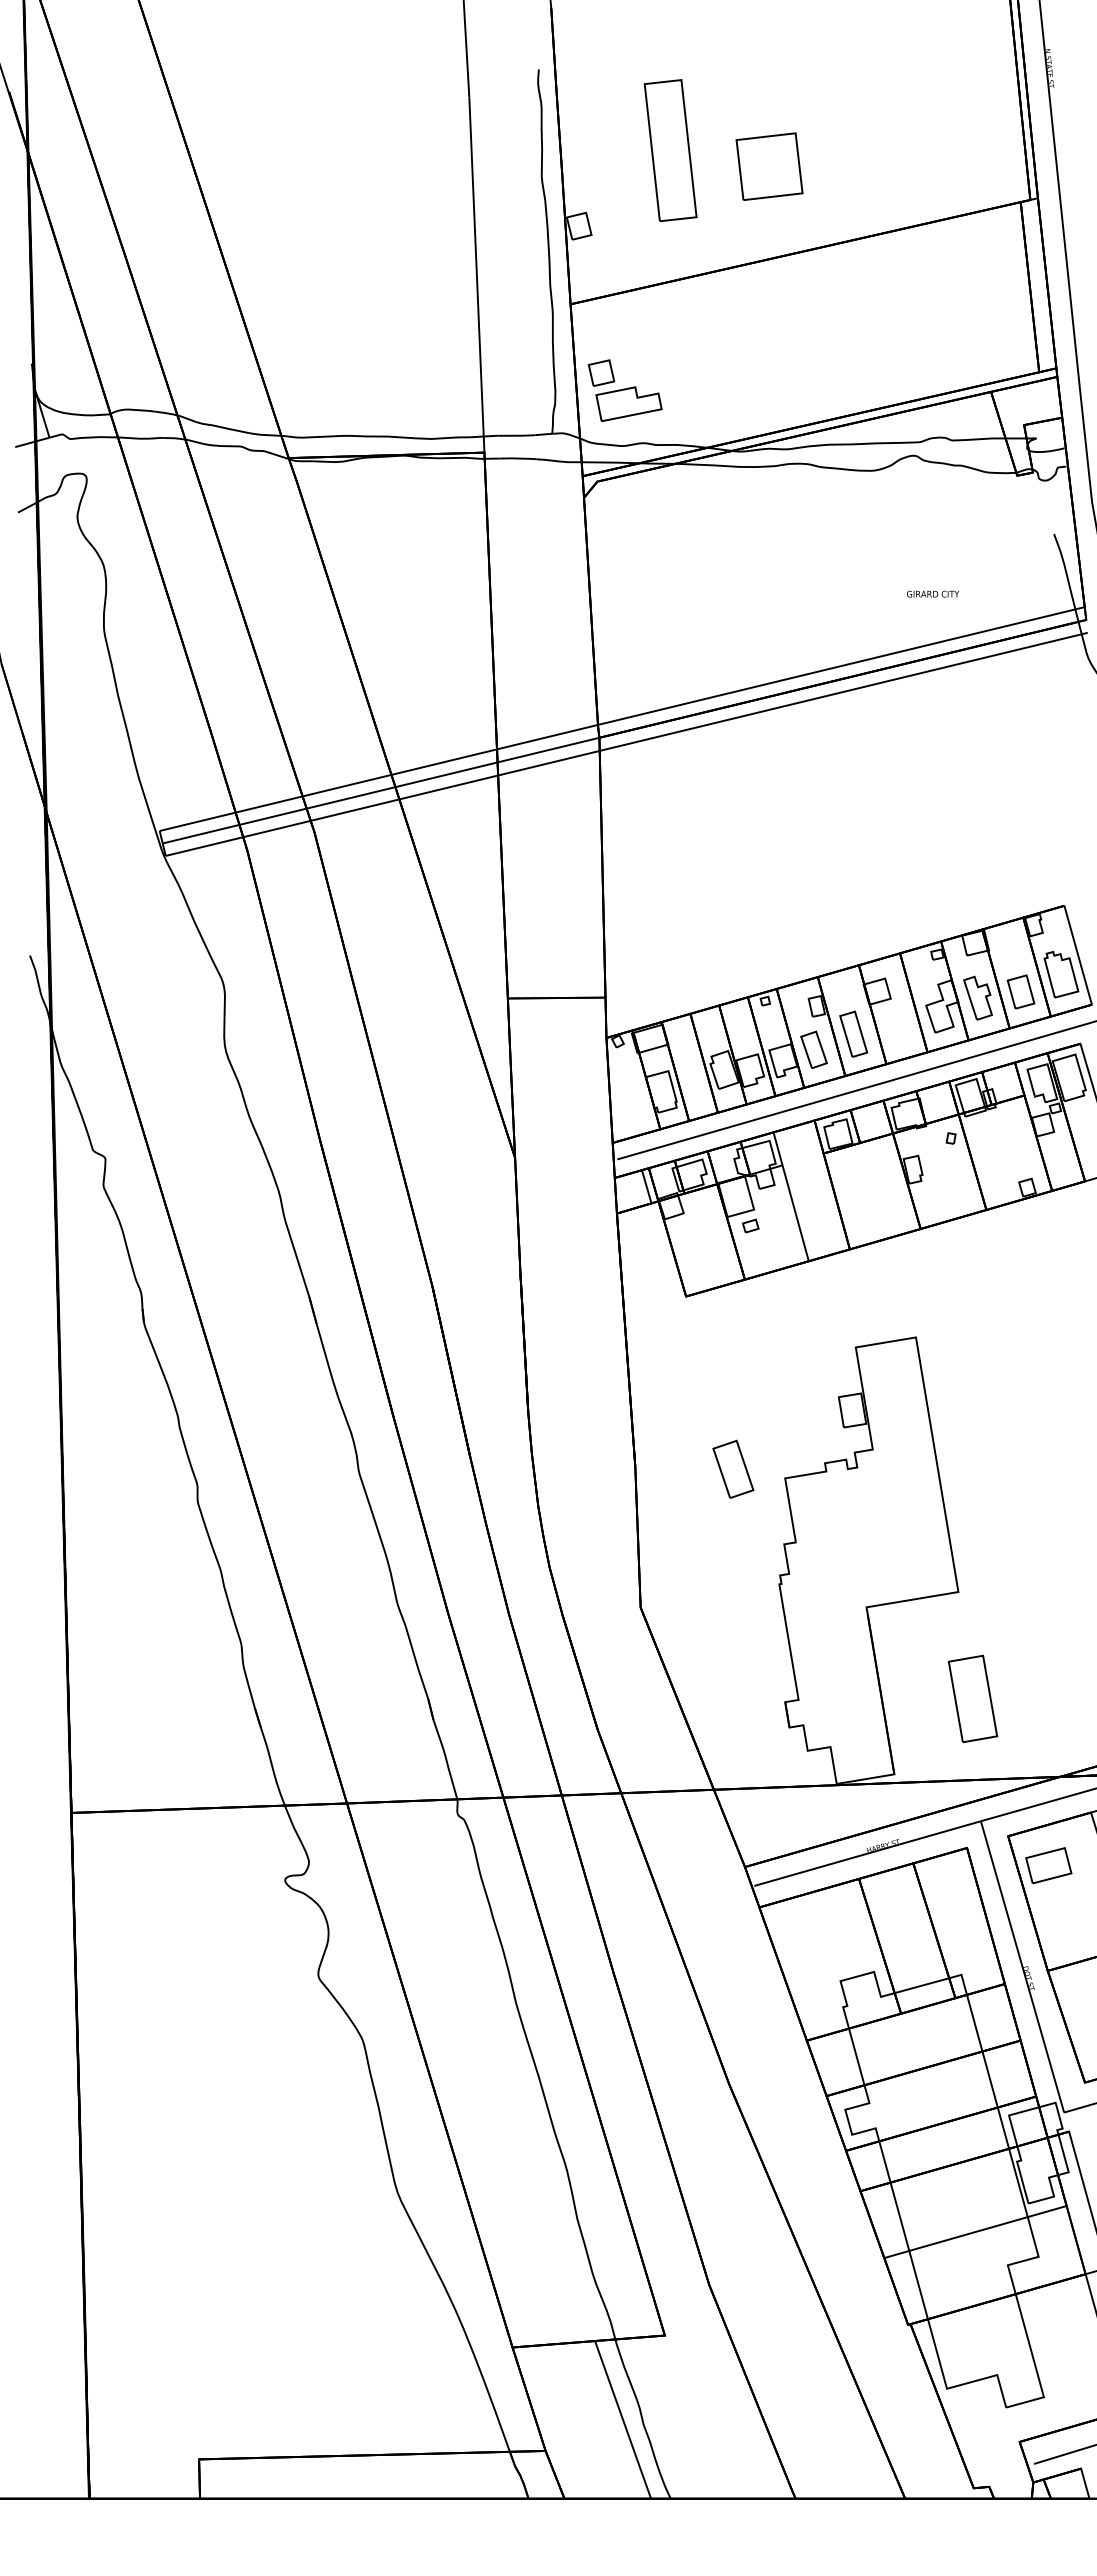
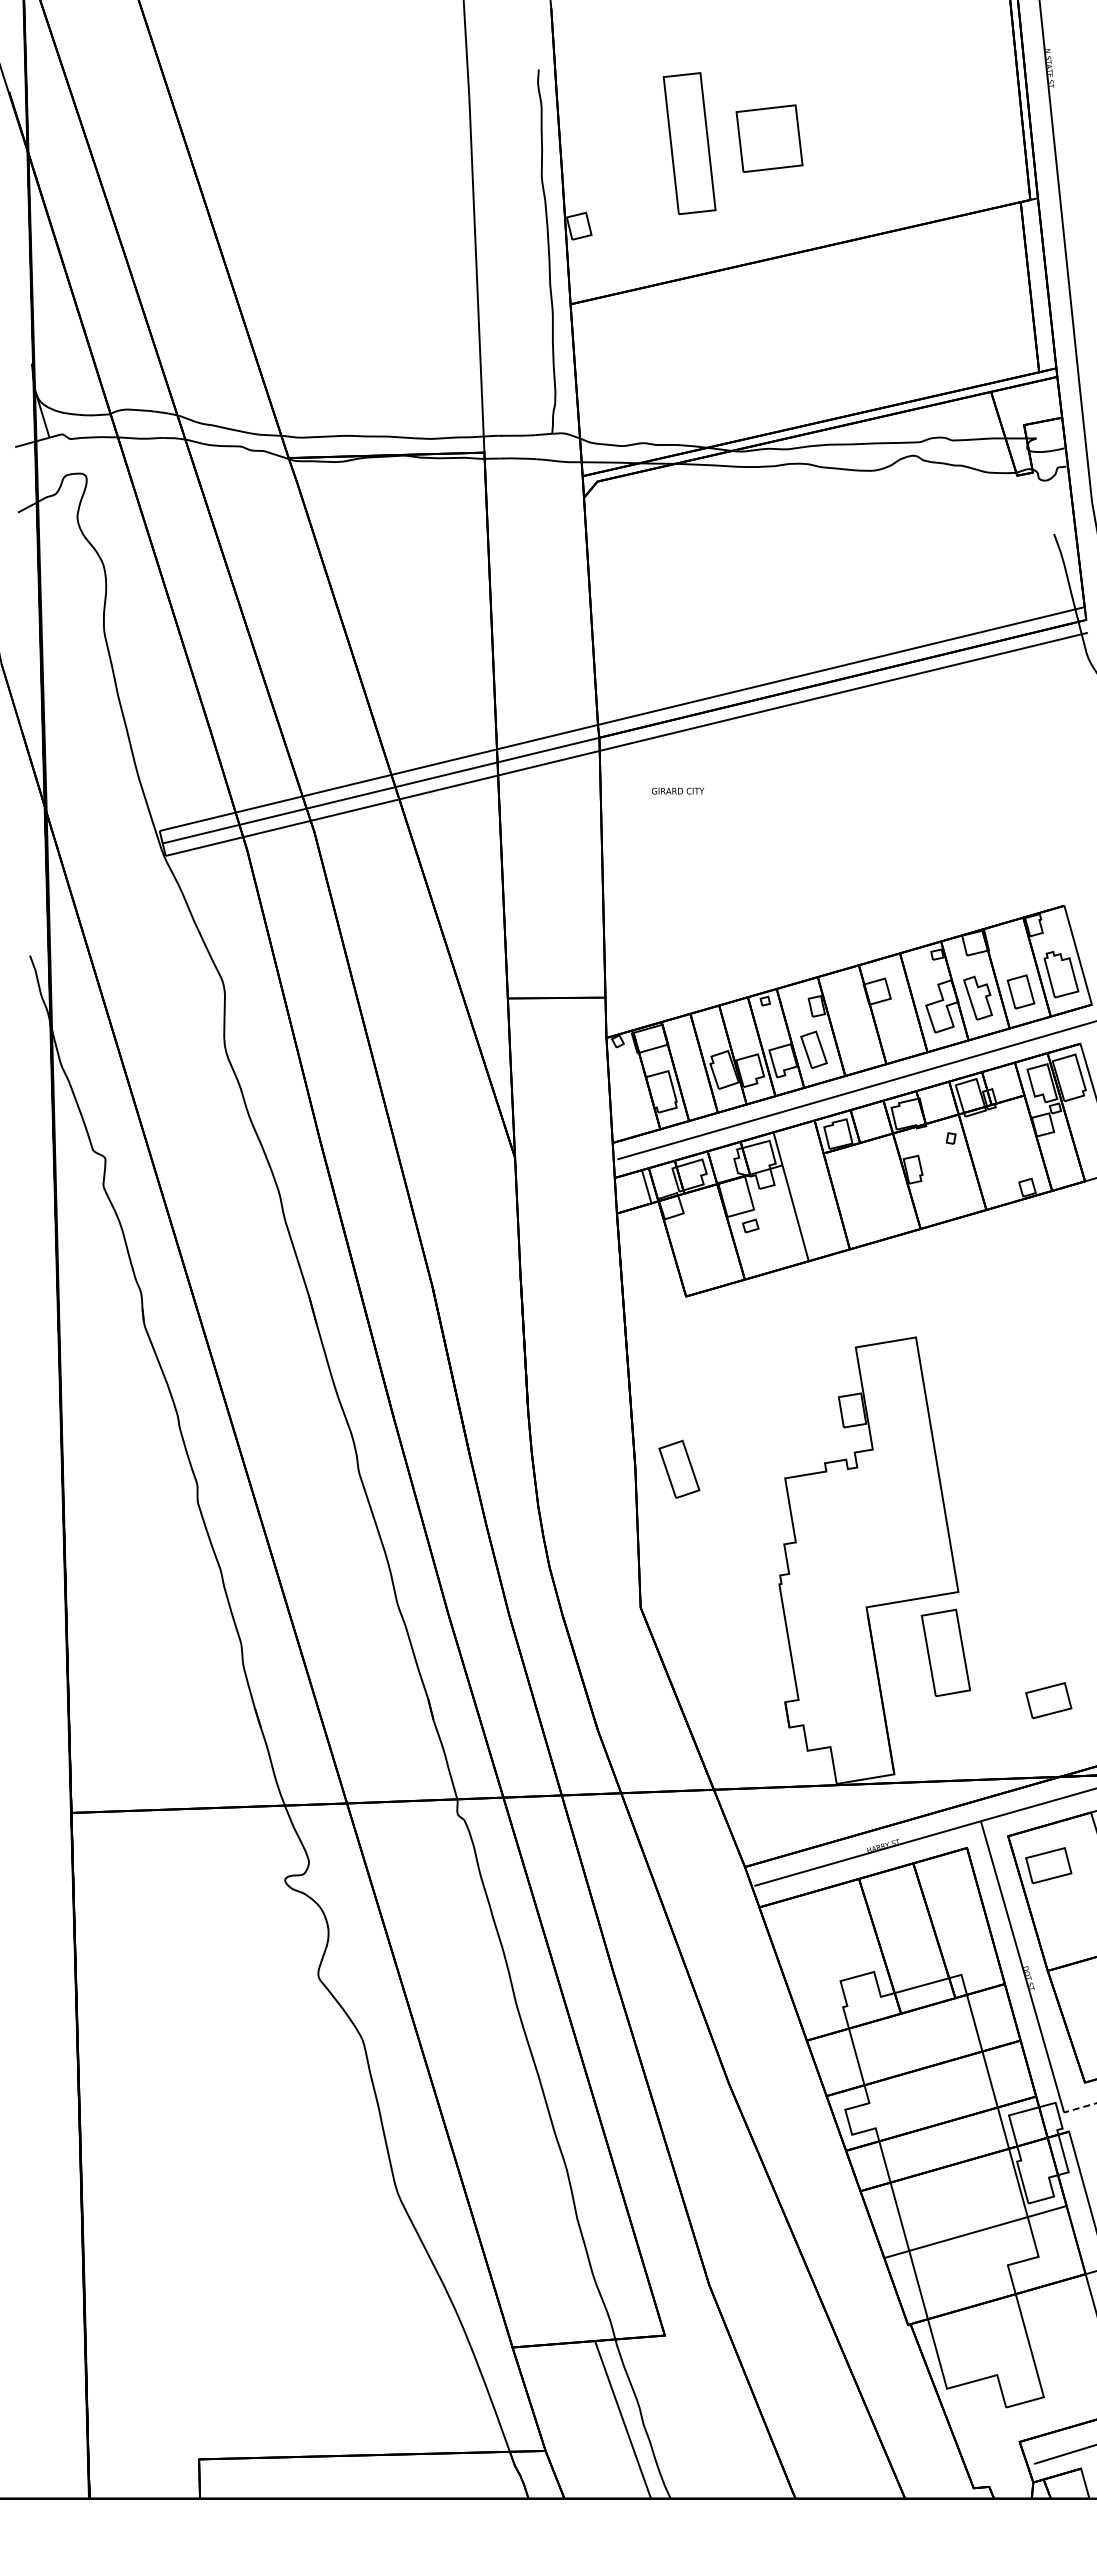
part at (670, 150) position: (670, 150) -> (689, 143)
part at (769, 166) position: (769, 166) -> (769, 138)
part at (624, 390): present -> none
text at (932, 593) position: (932, 593) -> (677, 790)
part at (853, 1033): present -> none
part at (733, 1468) position: (733, 1468) -> (679, 1468)
part at (972, 1698) position: (972, 1698) -> (945, 1652)
part at (1048, 1700): none -> present
line at (1080, 2107): solid -> dashed
